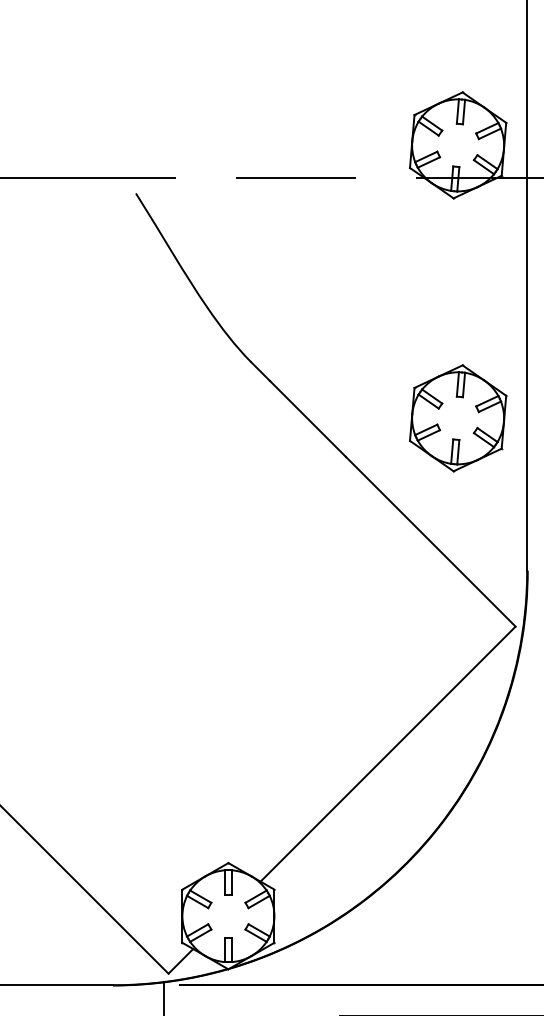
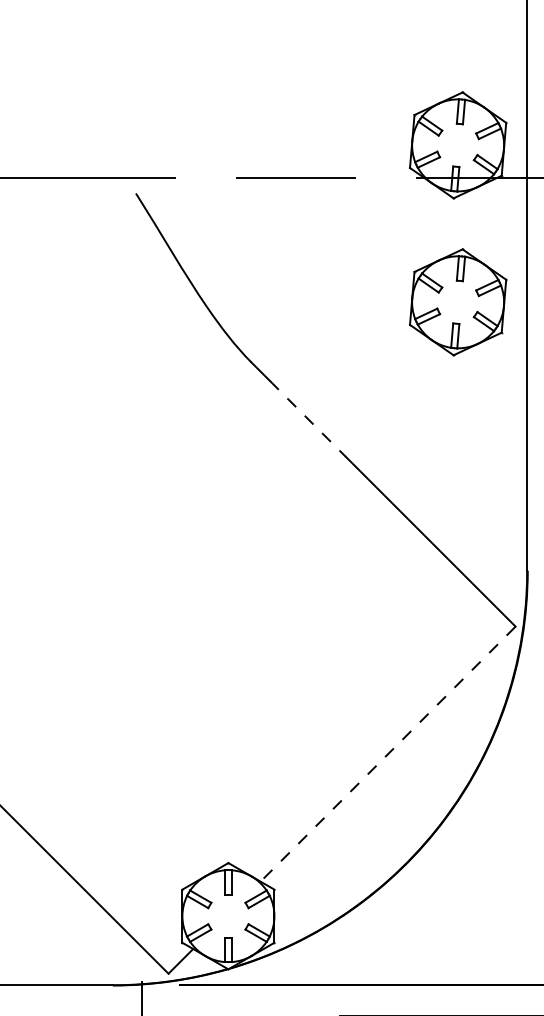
line at (307, 418): solid -> dashed
part at (458, 418) position: (458, 418) -> (458, 302)
line at (387, 754): solid -> dashed
line at (164, 997) position: (164, 997) -> (142, 997)
